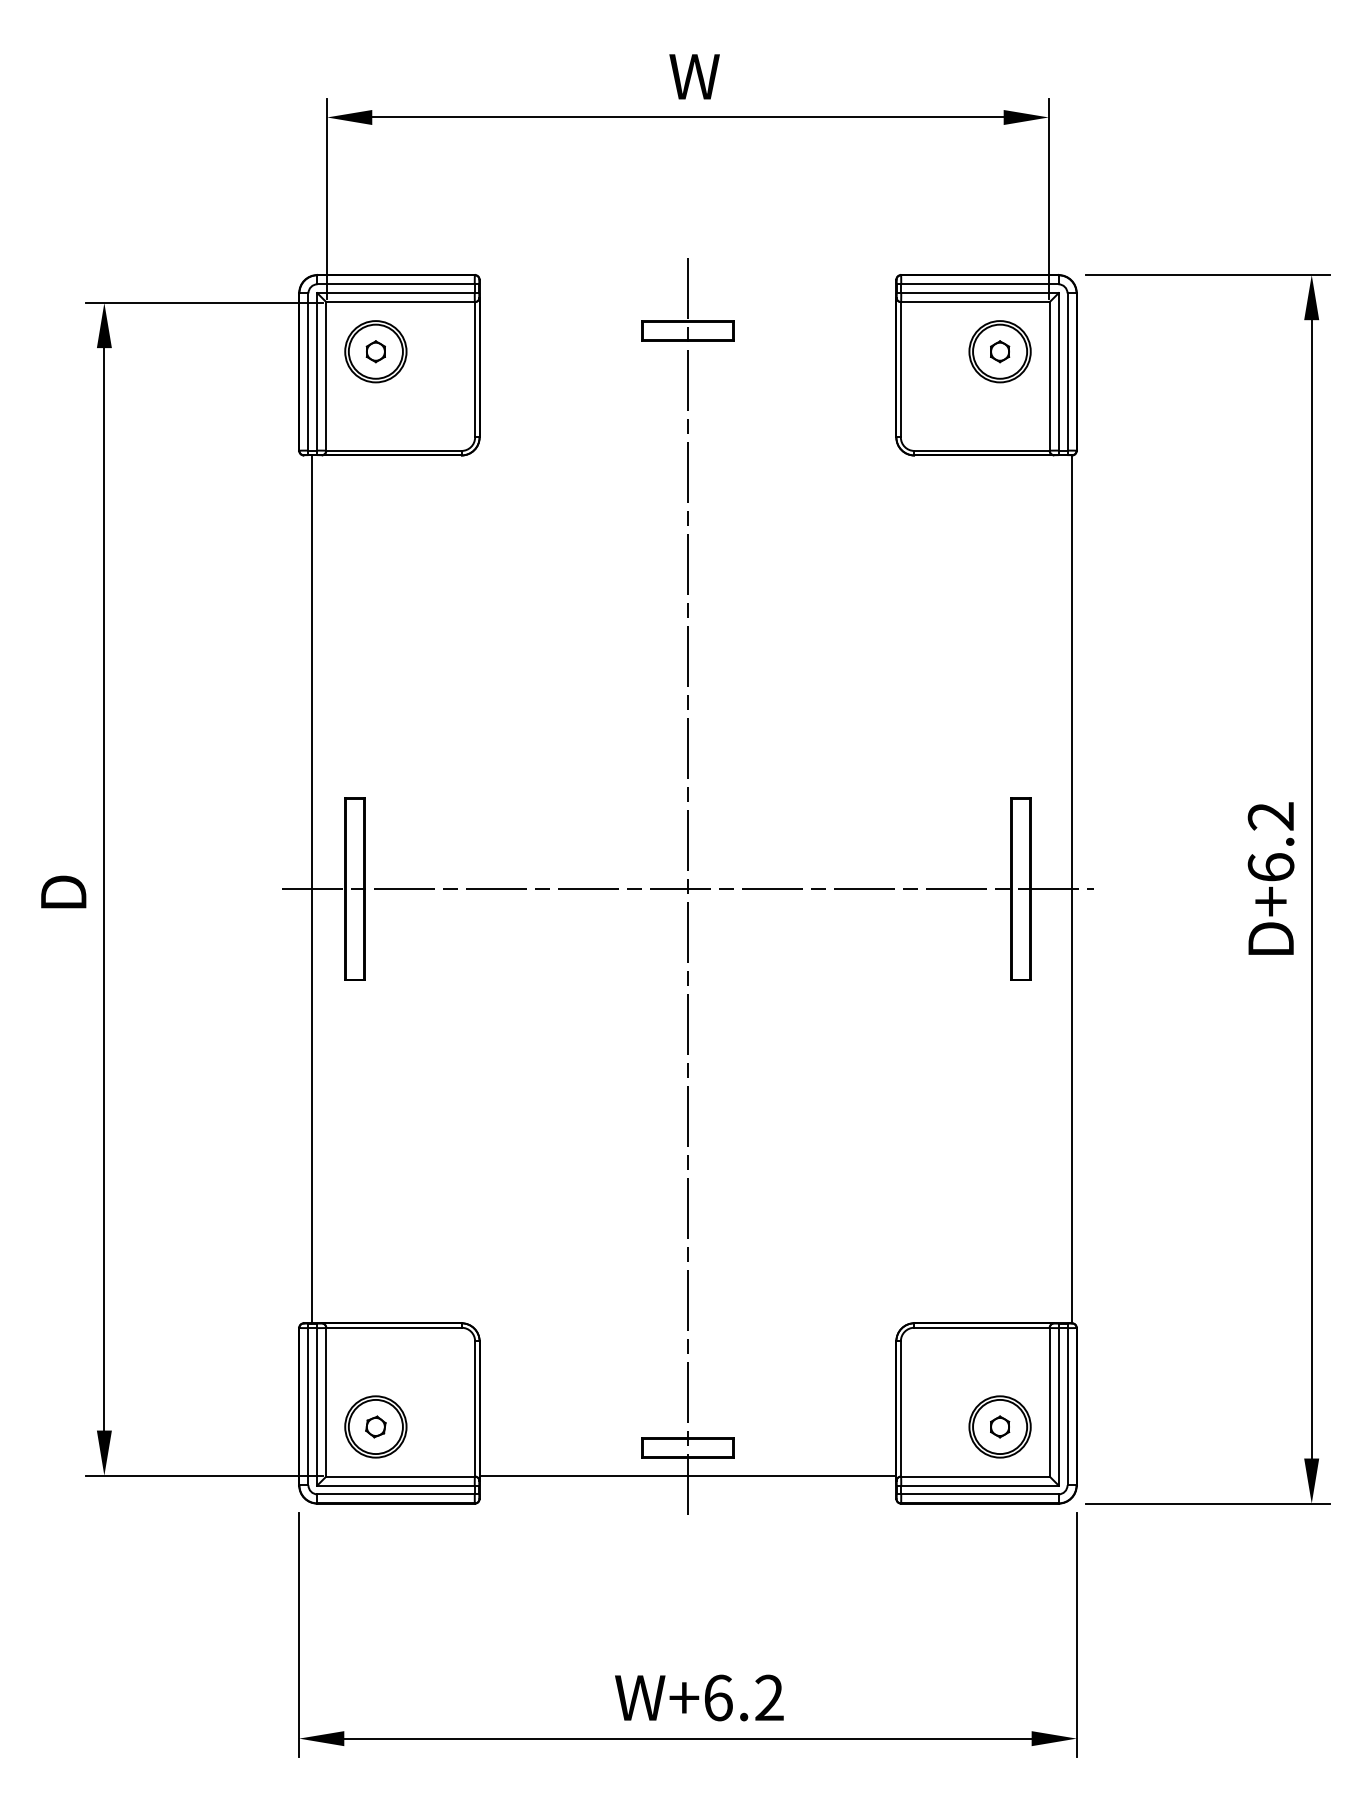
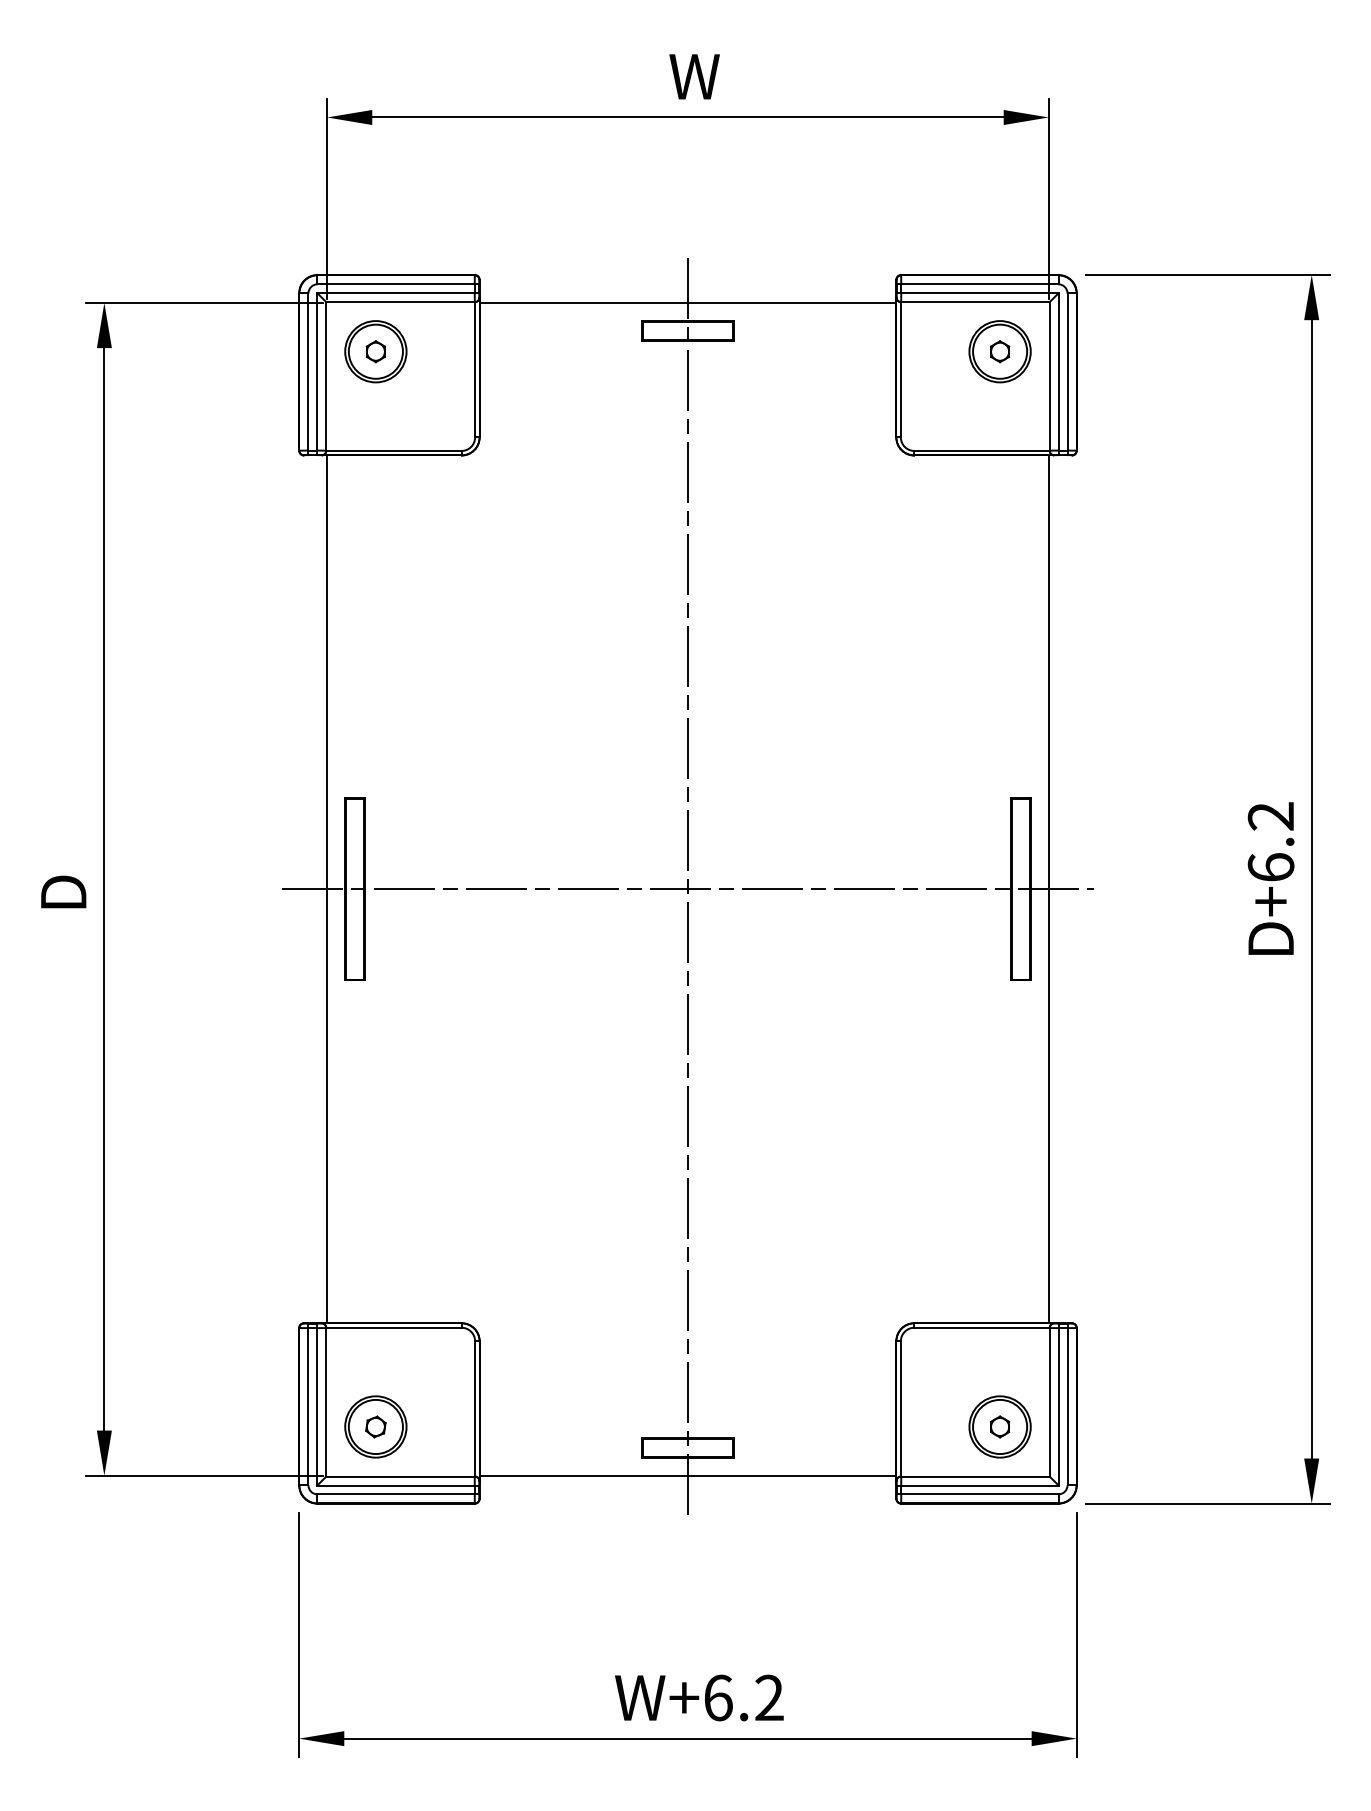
line at (687, 303): none -> present
line at (312, 889) position: (312, 889) -> (327, 889)
line at (1071, 889) position: (1071, 889) -> (1048, 889)
